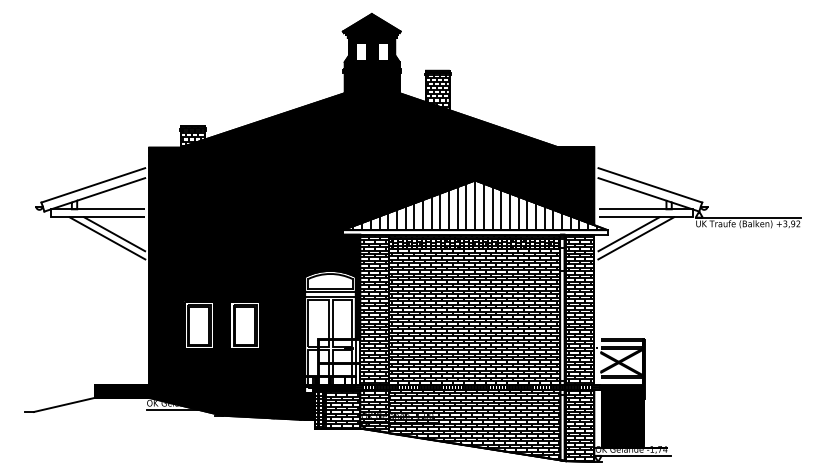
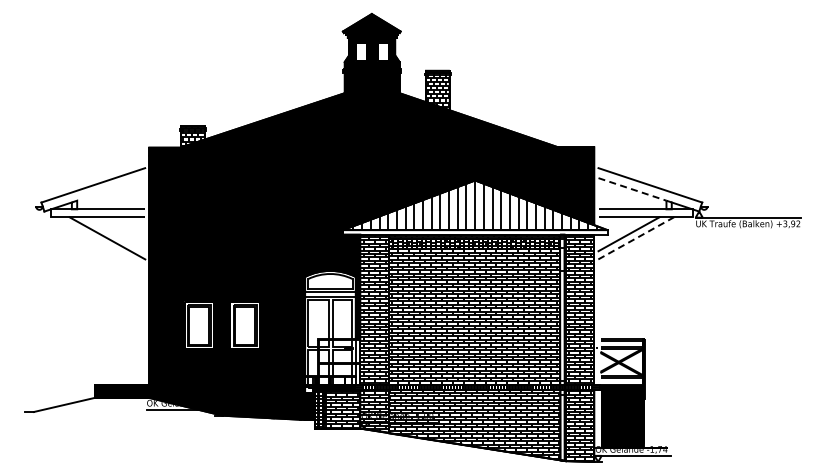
line at (111, 189): present -> none
line at (632, 189): solid -> dashed
line at (114, 234): present -> none
line at (636, 238): solid -> dashed
